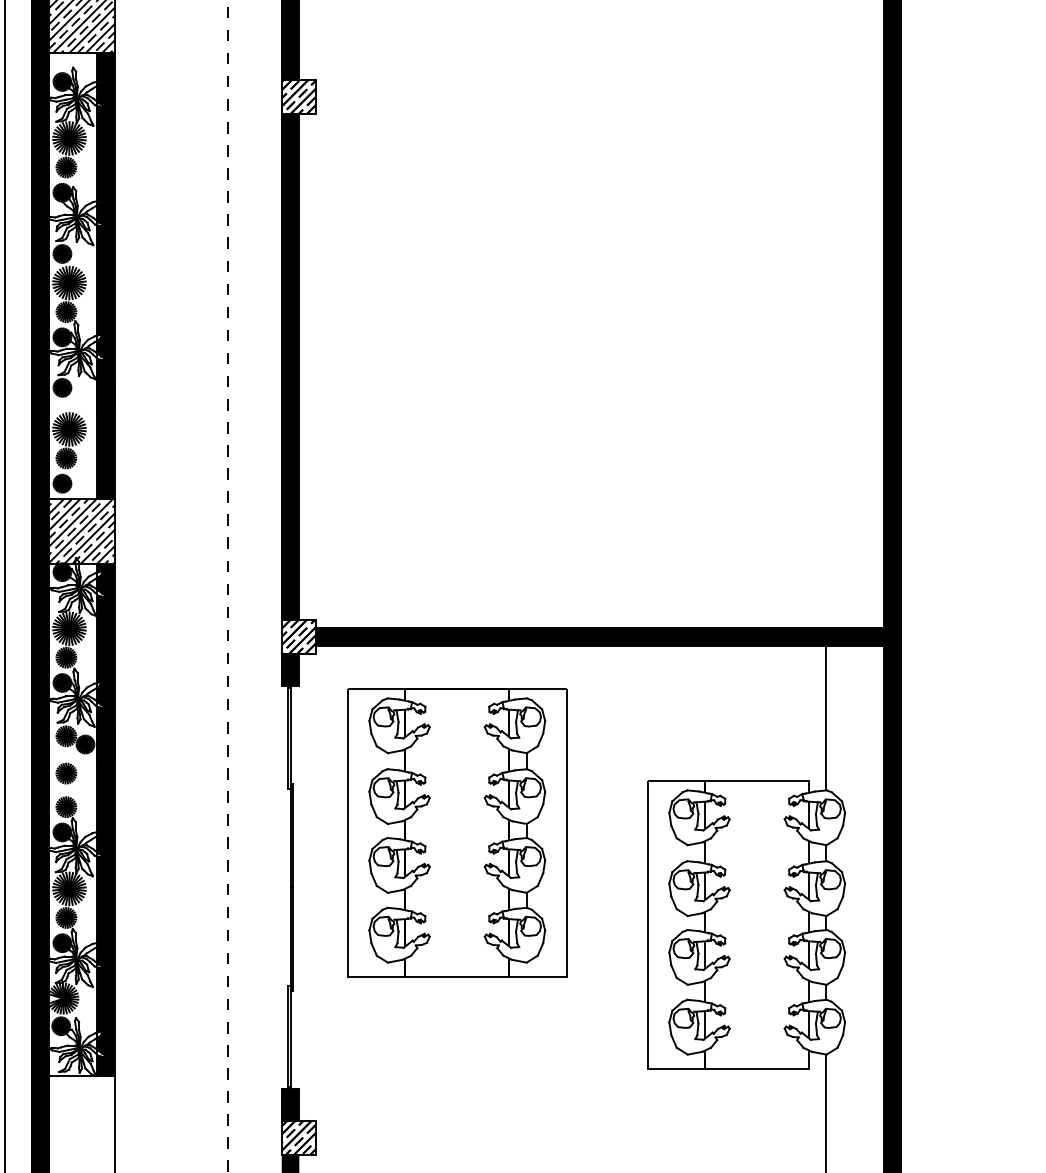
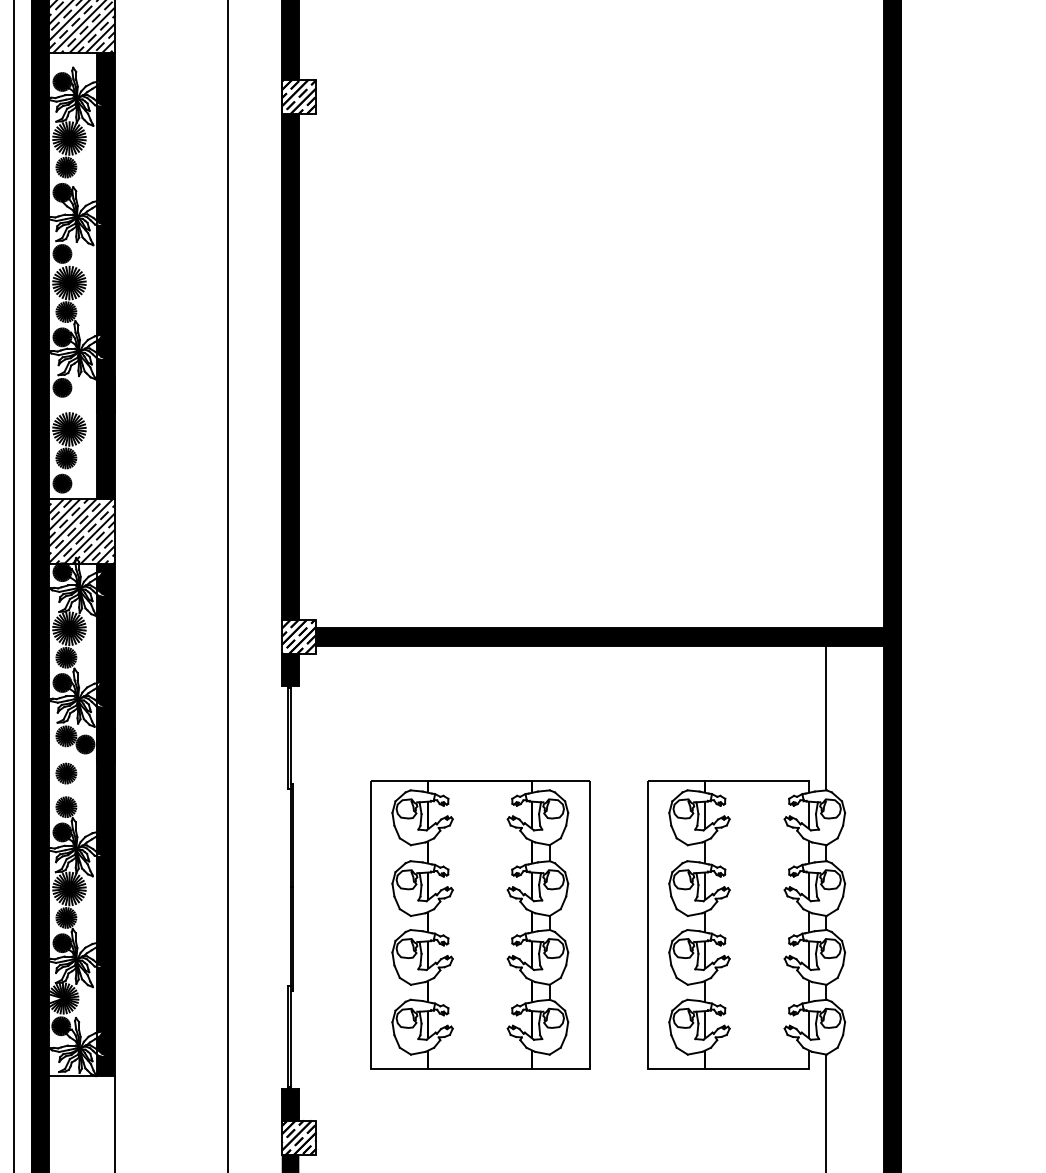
line at (5, 585) position: (5, 585) -> (14, 585)
line at (228, 586): dashed -> solid
part at (457, 832) position: (457, 832) -> (480, 924)
